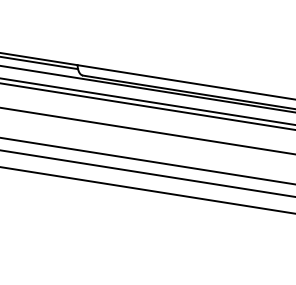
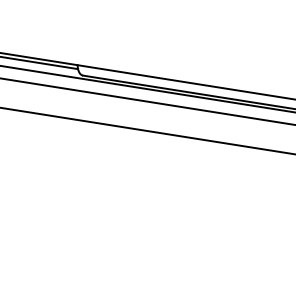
line at (147, 106): present -> none
line at (147, 160): present -> none
line at (147, 173): present -> none
line at (147, 190): present -> none
